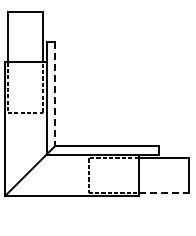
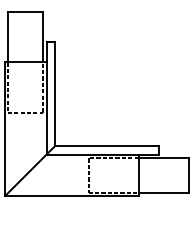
line at (55, 94): dashed -> solid
line at (164, 193): dashed -> solid
